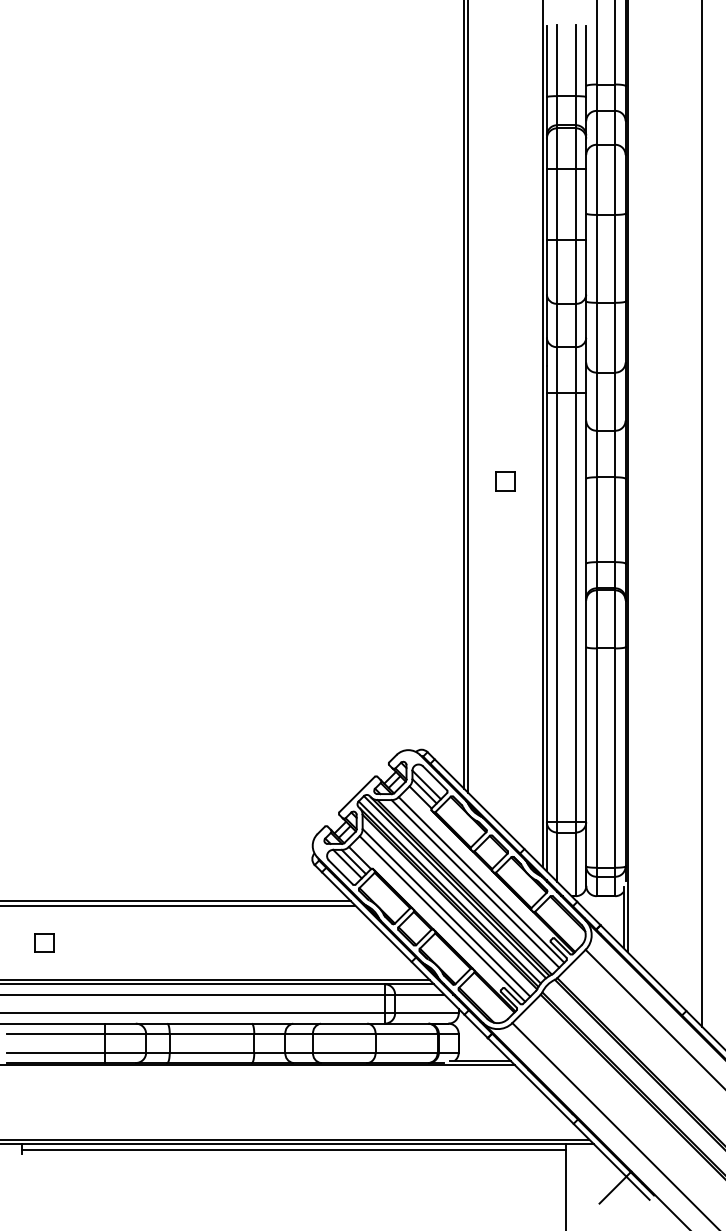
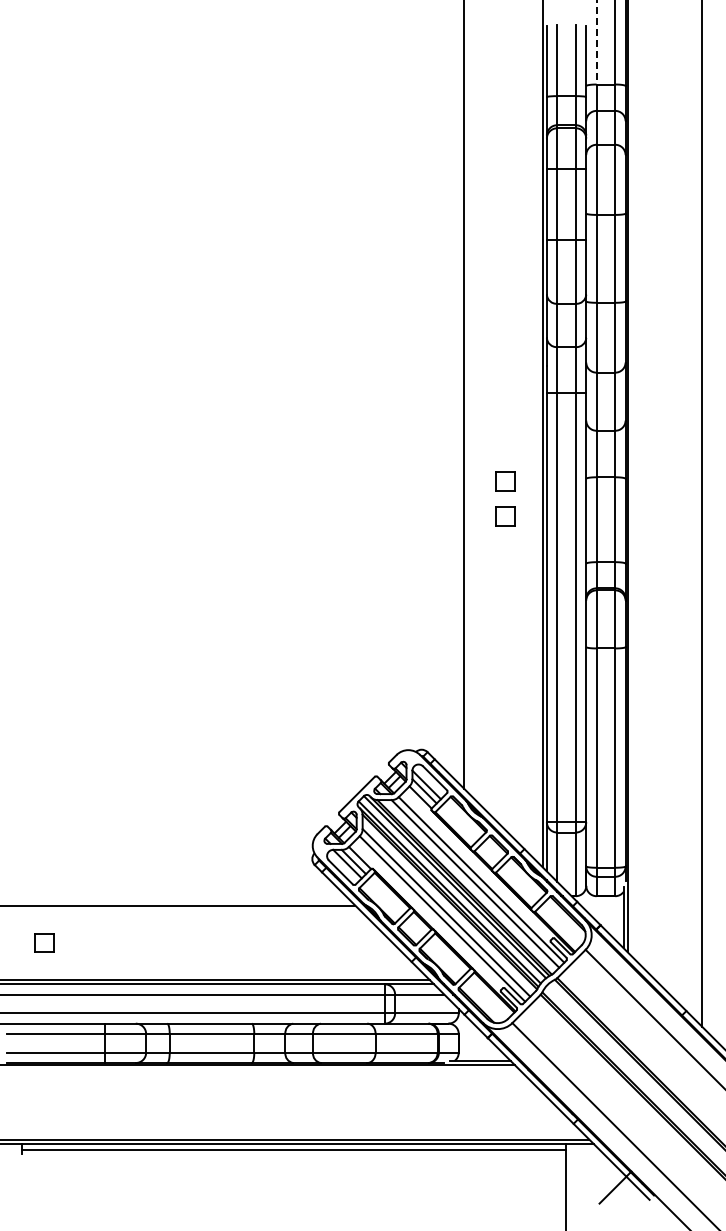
line at (596, 42): solid -> dashed
line at (468, 397): present -> none
part at (505, 516): none -> present
line at (176, 901): present -> none
